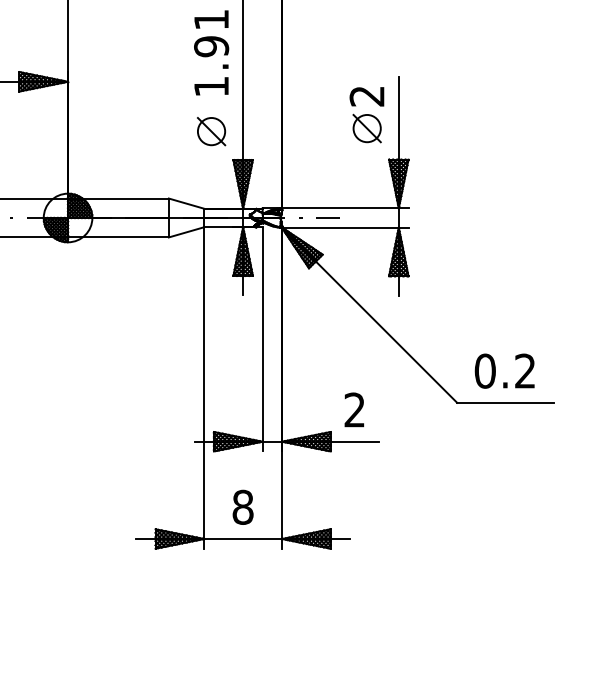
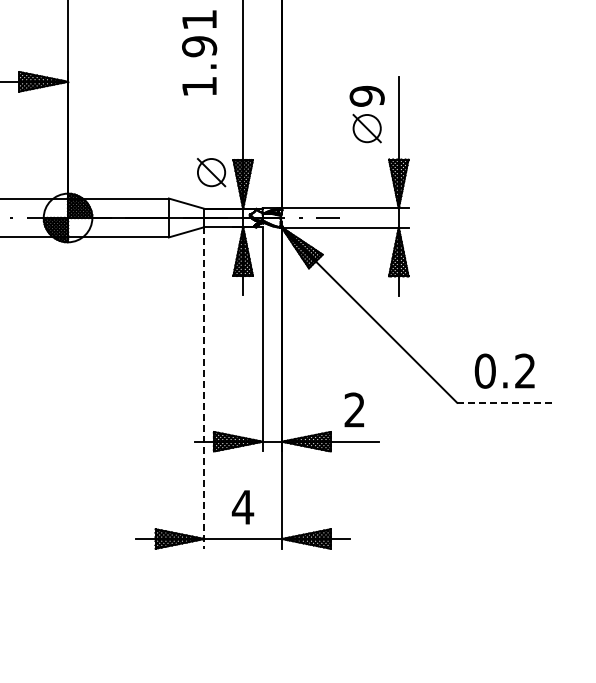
text at (211, 52) position: (211, 52) -> (199, 52)
text at (366, 95): 2 -> 9
part at (211, 131) position: (211, 131) -> (211, 172)
line at (204, 387): solid -> dashed
line at (505, 402): solid -> dashed
text at (242, 506): 8 -> 4
